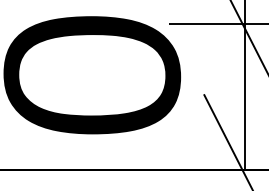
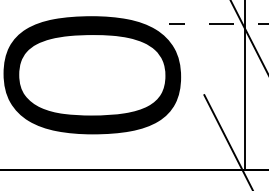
line at (218, 23): solid -> dashed
